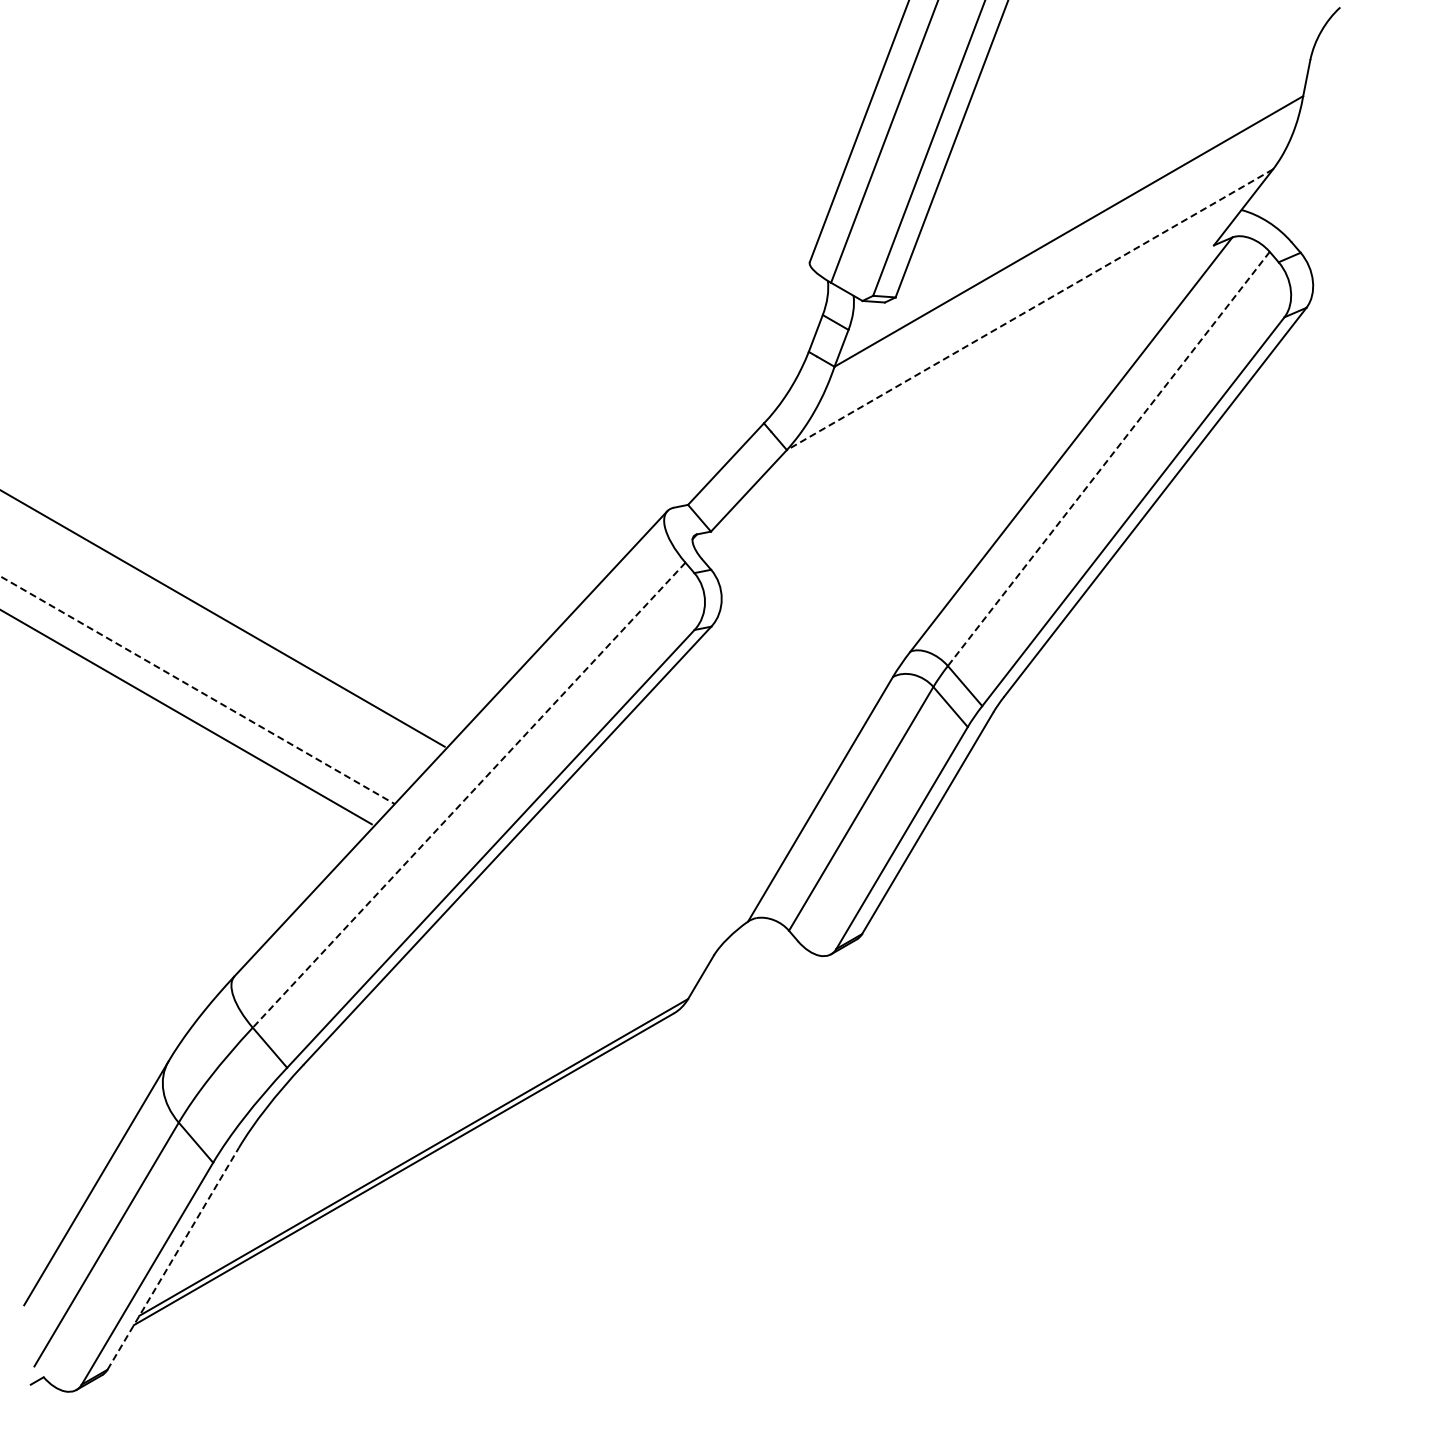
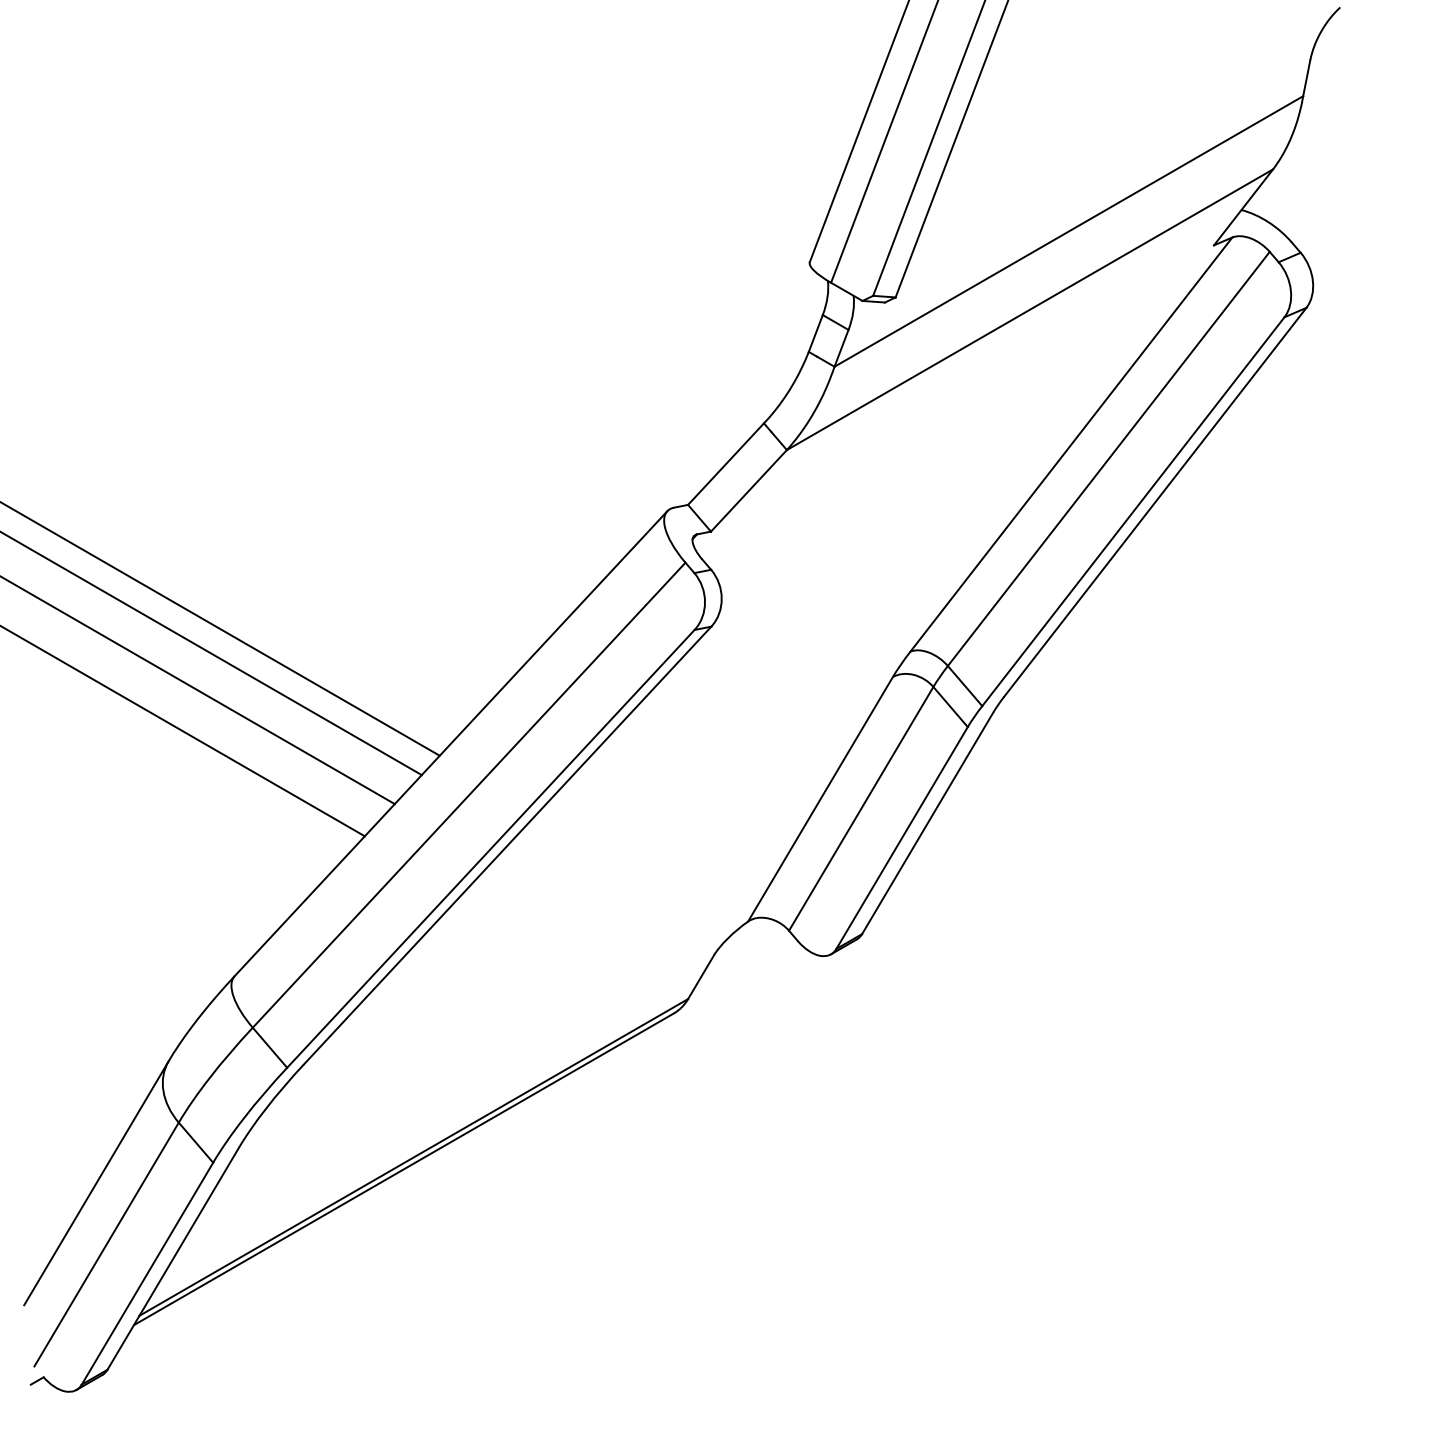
line at (1029, 309): dashed -> solid
line at (1108, 459): dashed -> solid
line at (223, 618) position: (223, 618) -> (220, 629)
line at (211, 654): none -> present
line at (197, 690): dashed -> solid
line at (186, 717) position: (186, 717) -> (183, 731)
line at (469, 795): dashed -> solid
line at (173, 1258): dashed -> solid
